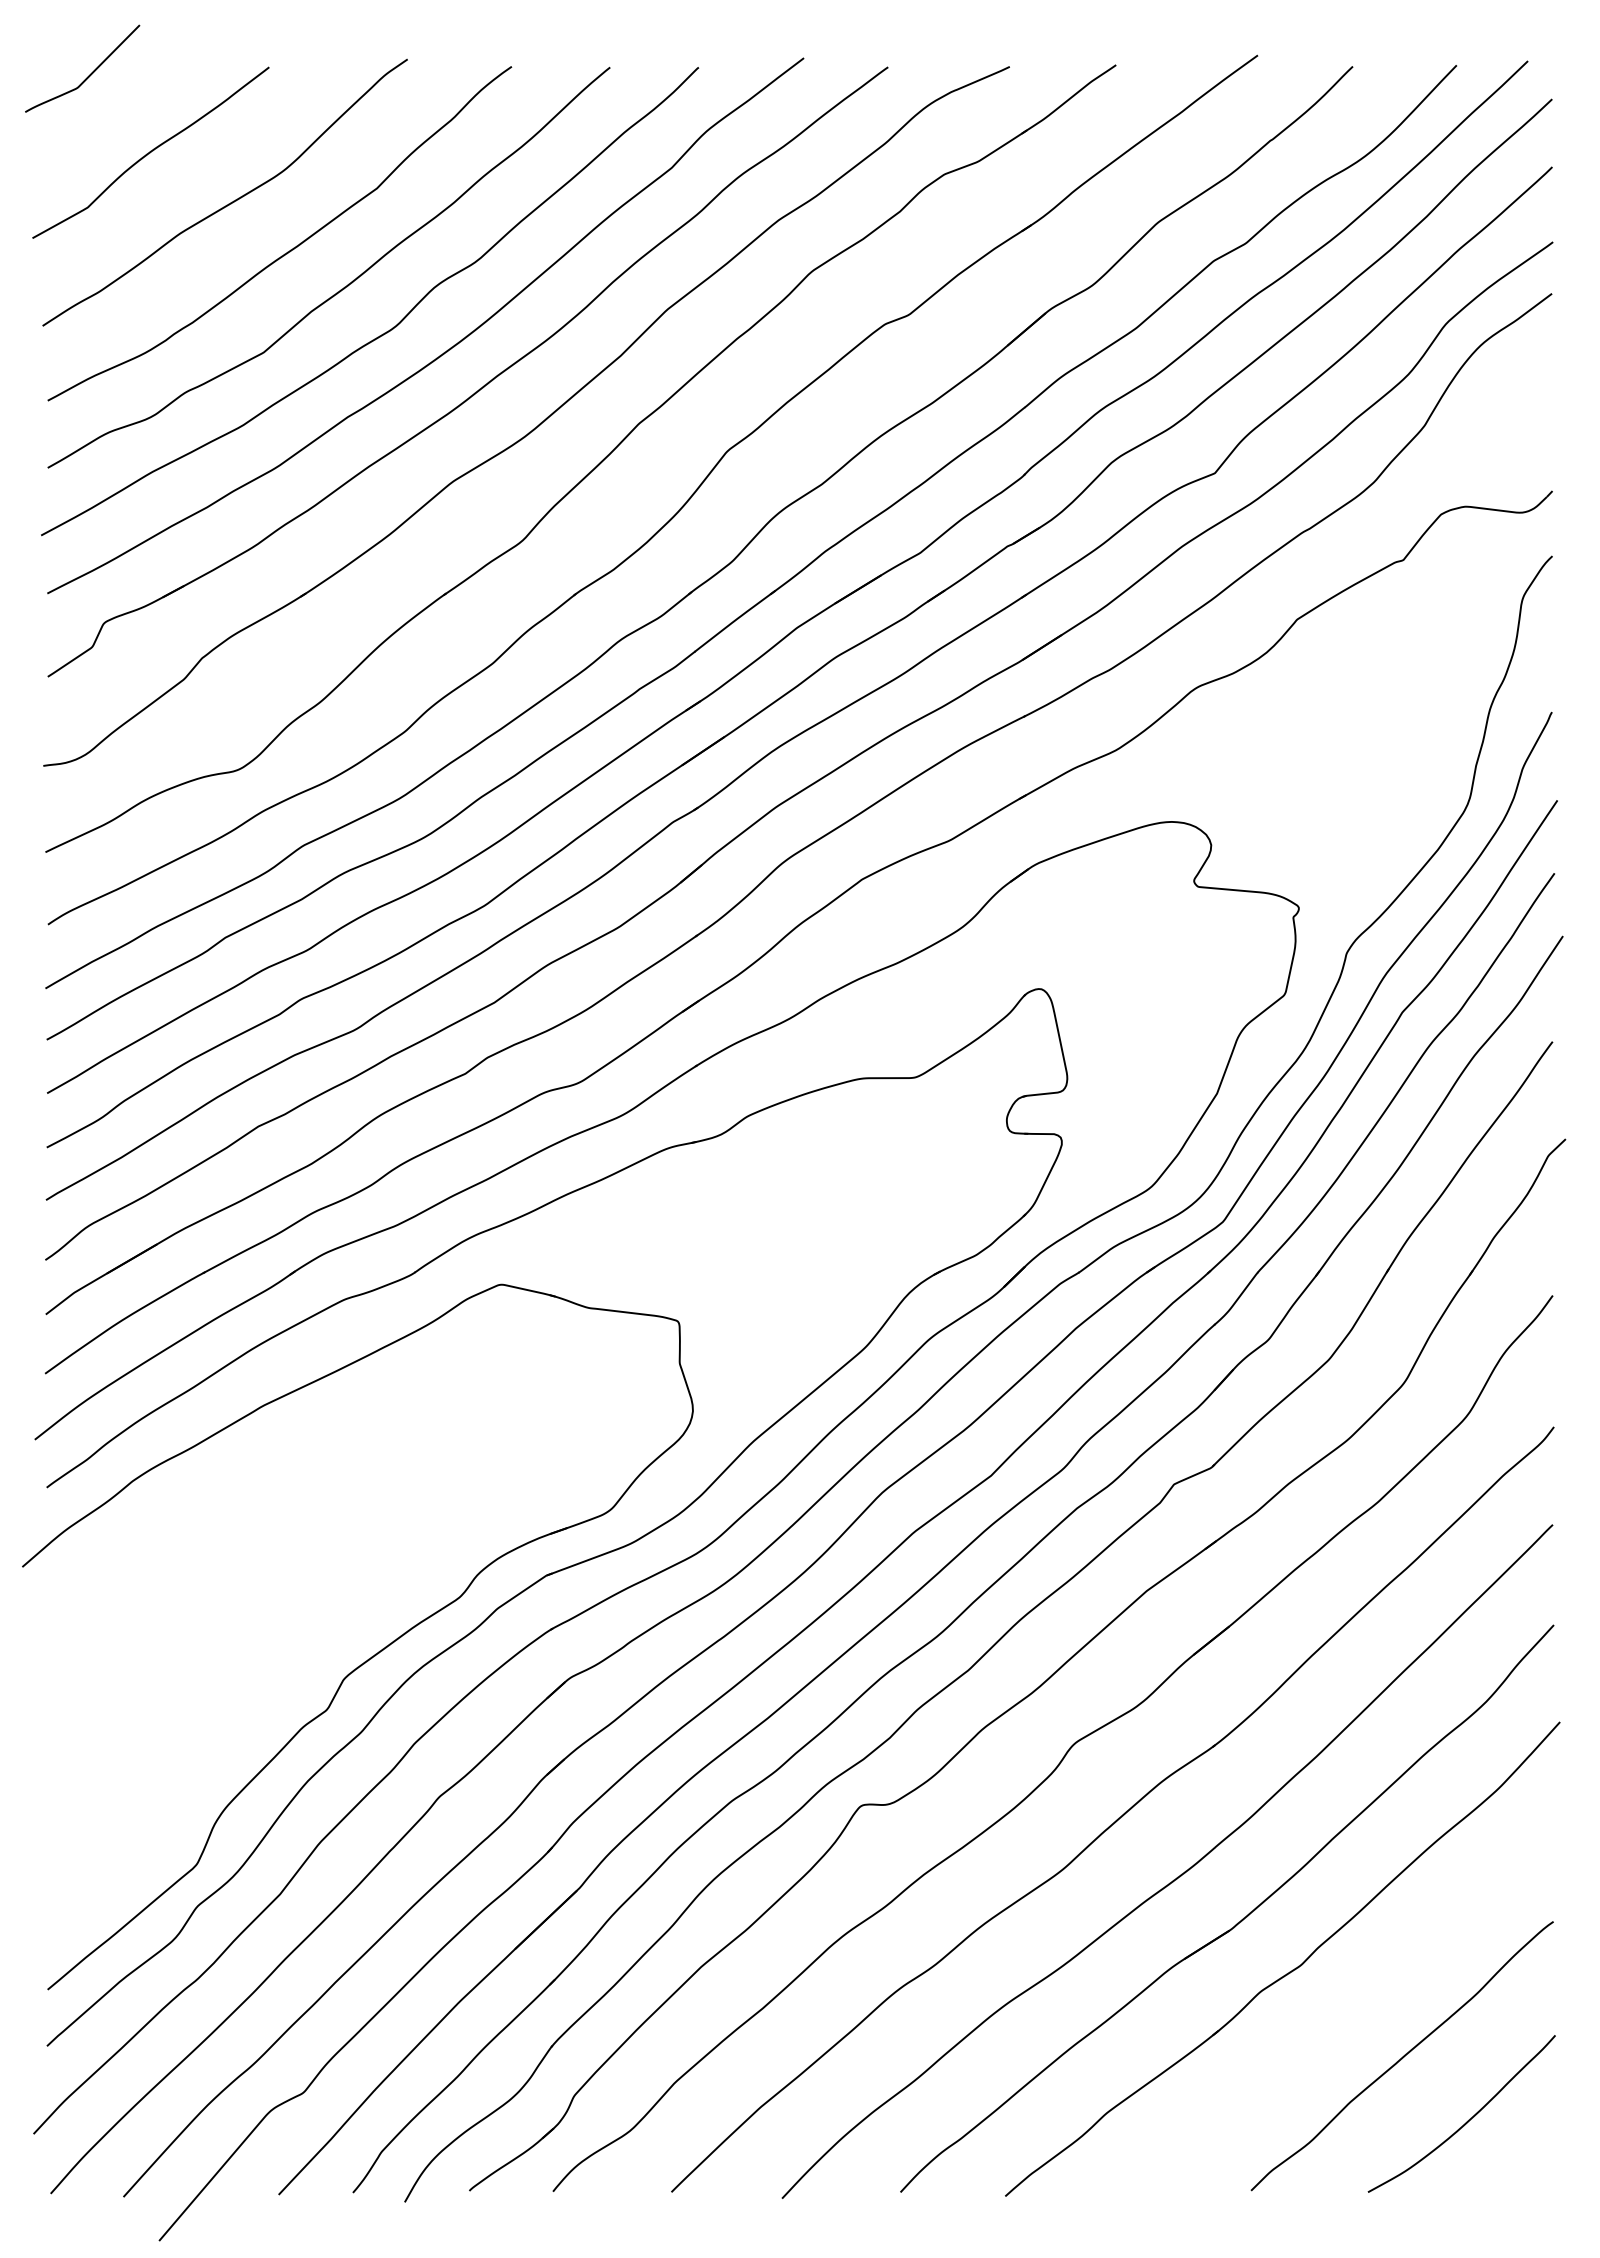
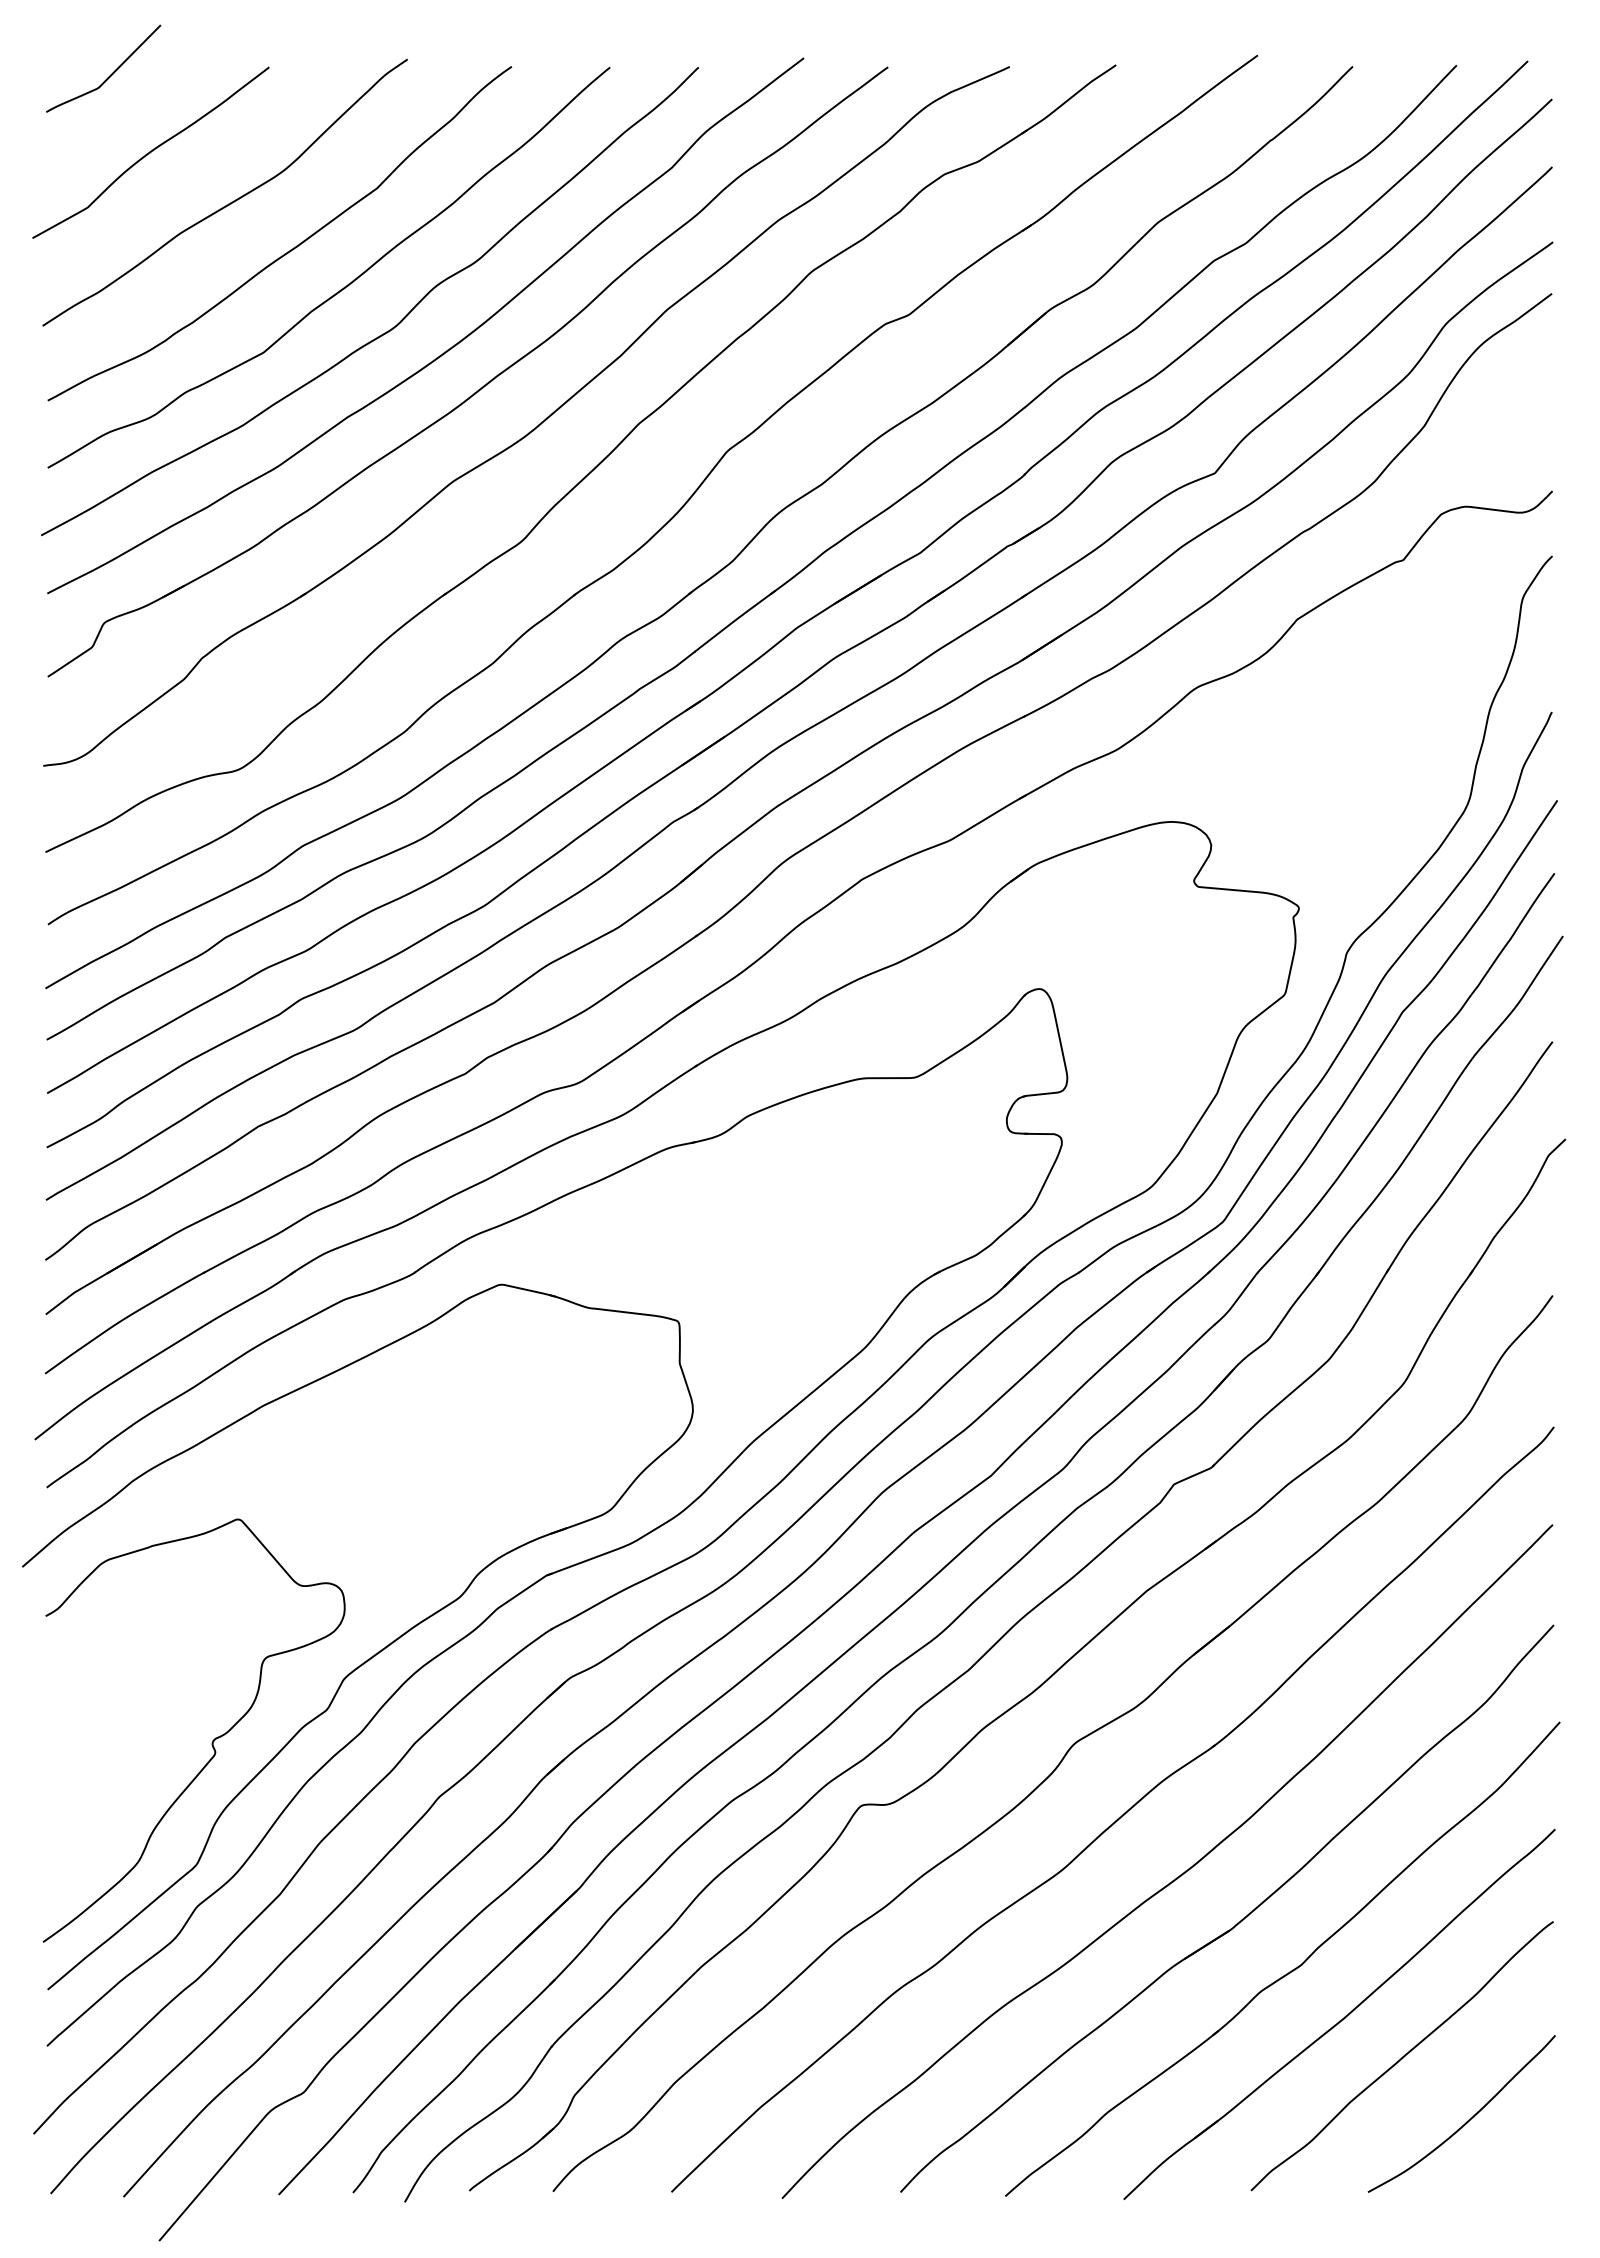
curve at (89, 74) position: (89, 74) -> (110, 74)
curve at (212, 1740): none -> present
part at (1339, 2014): none -> present
